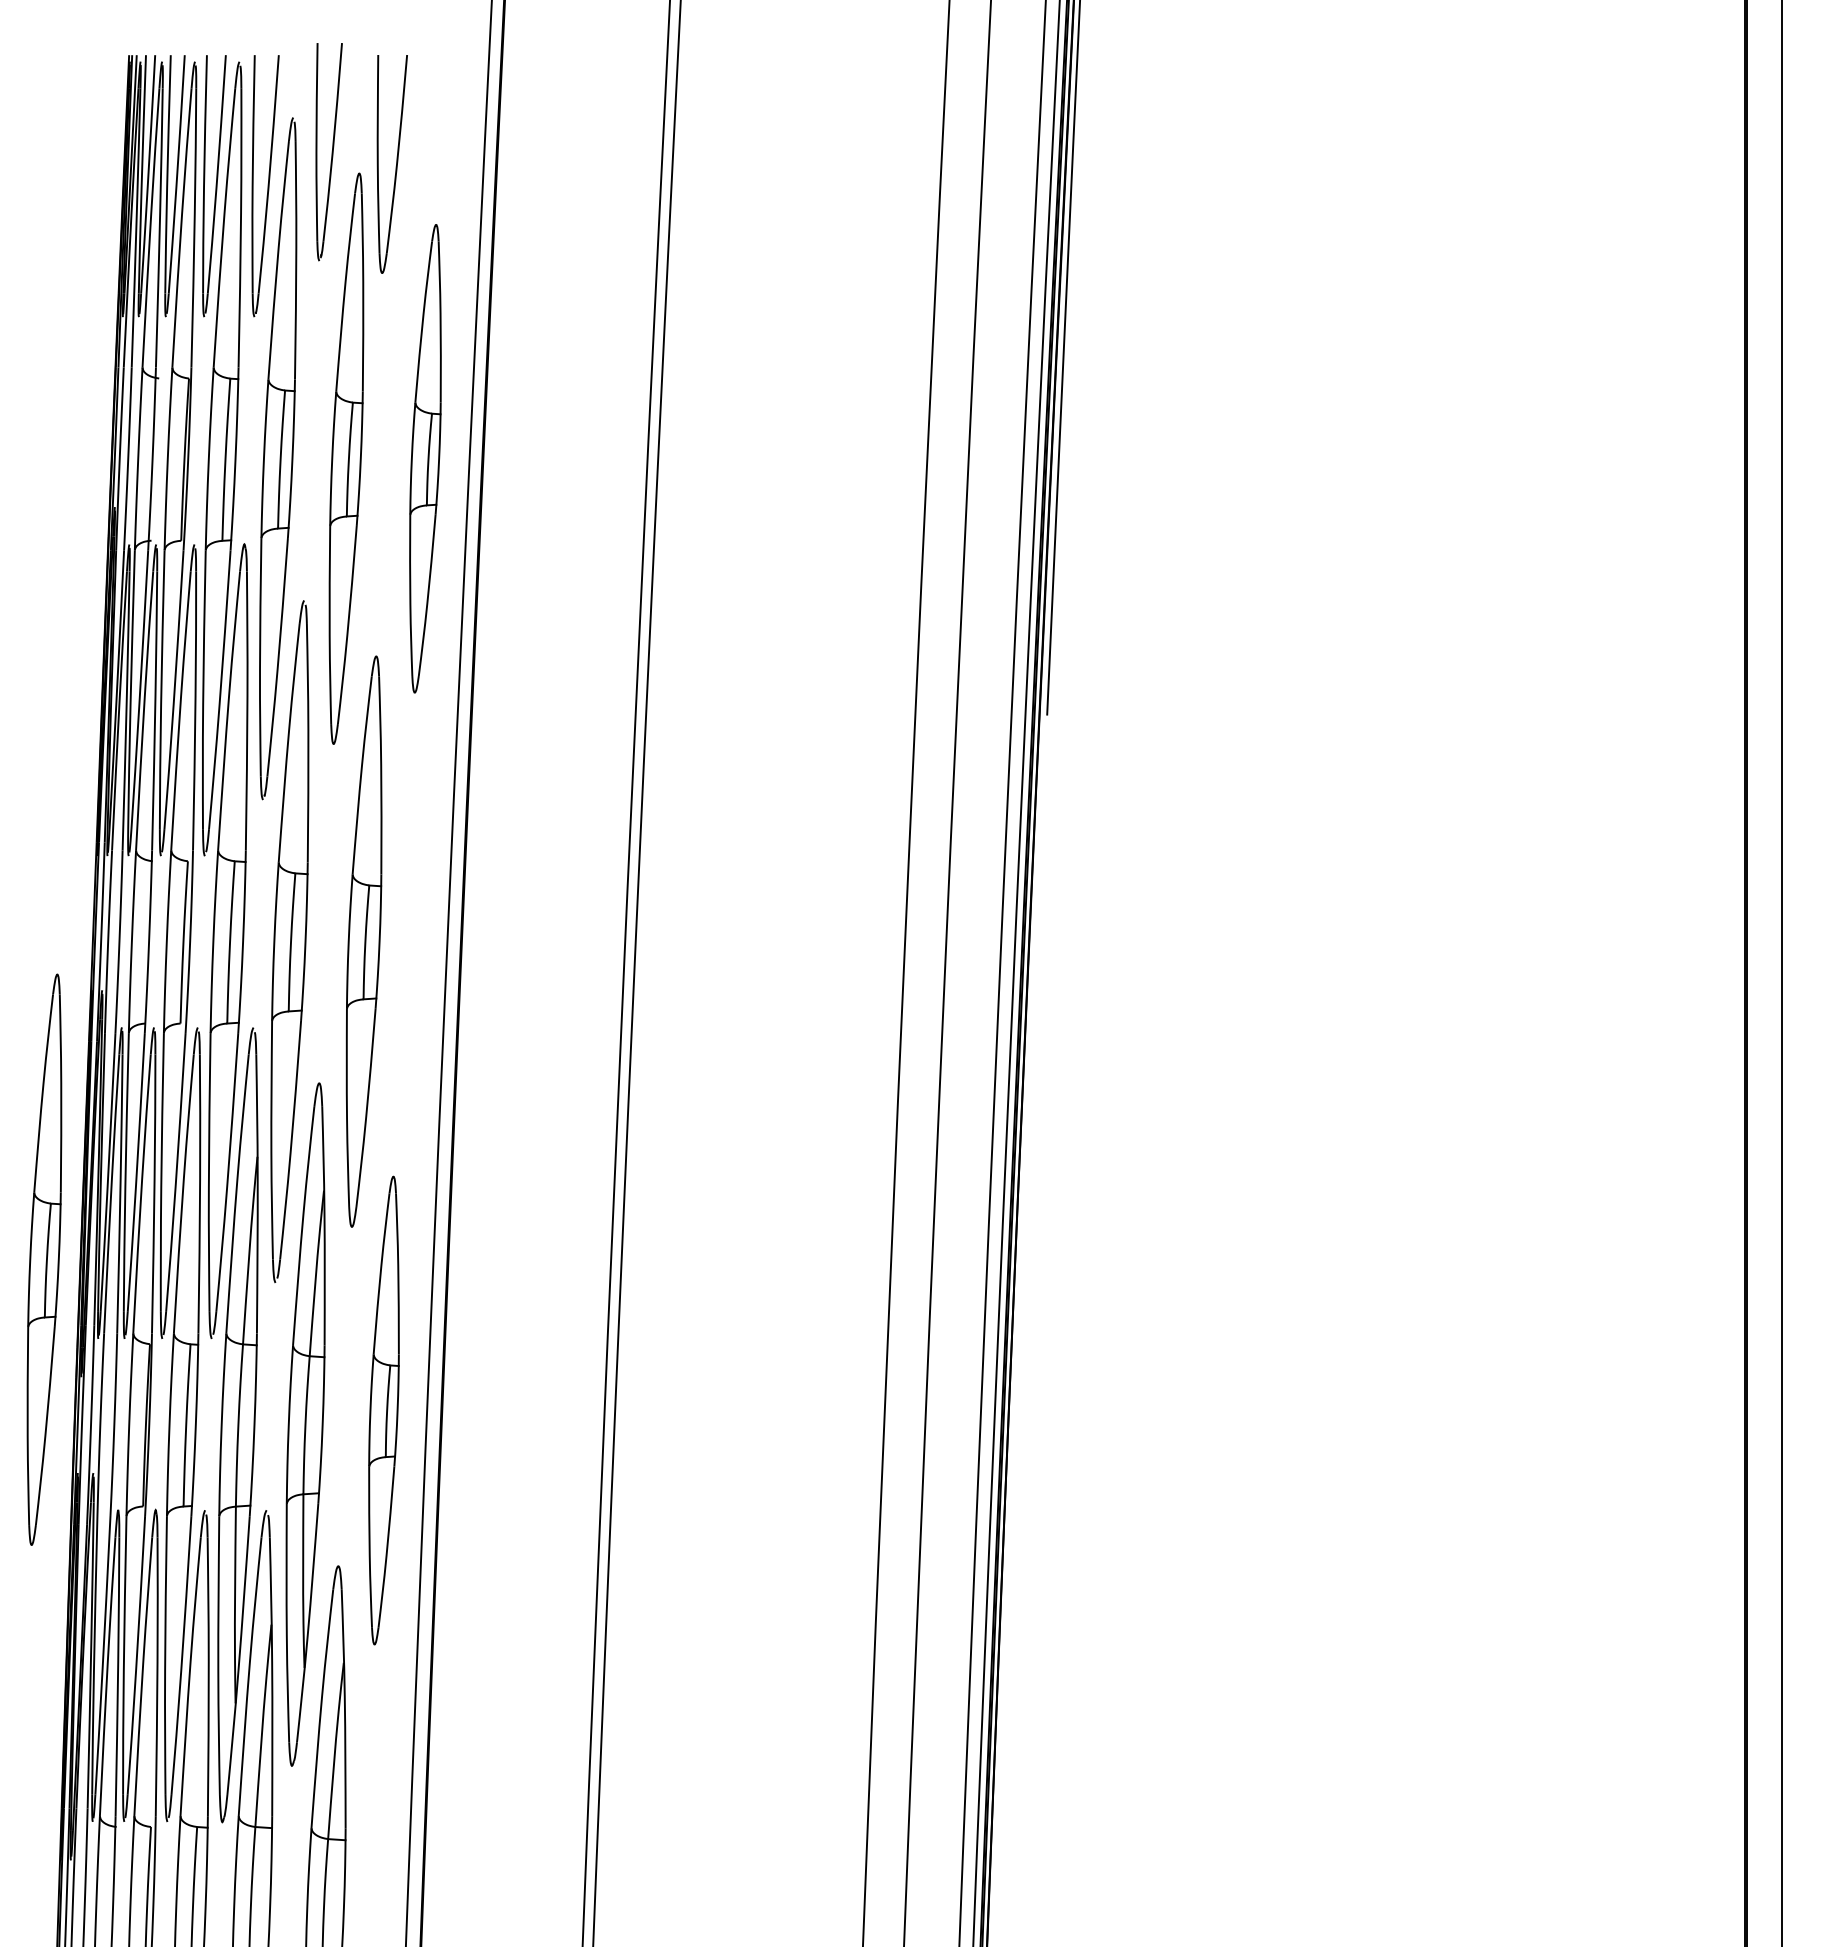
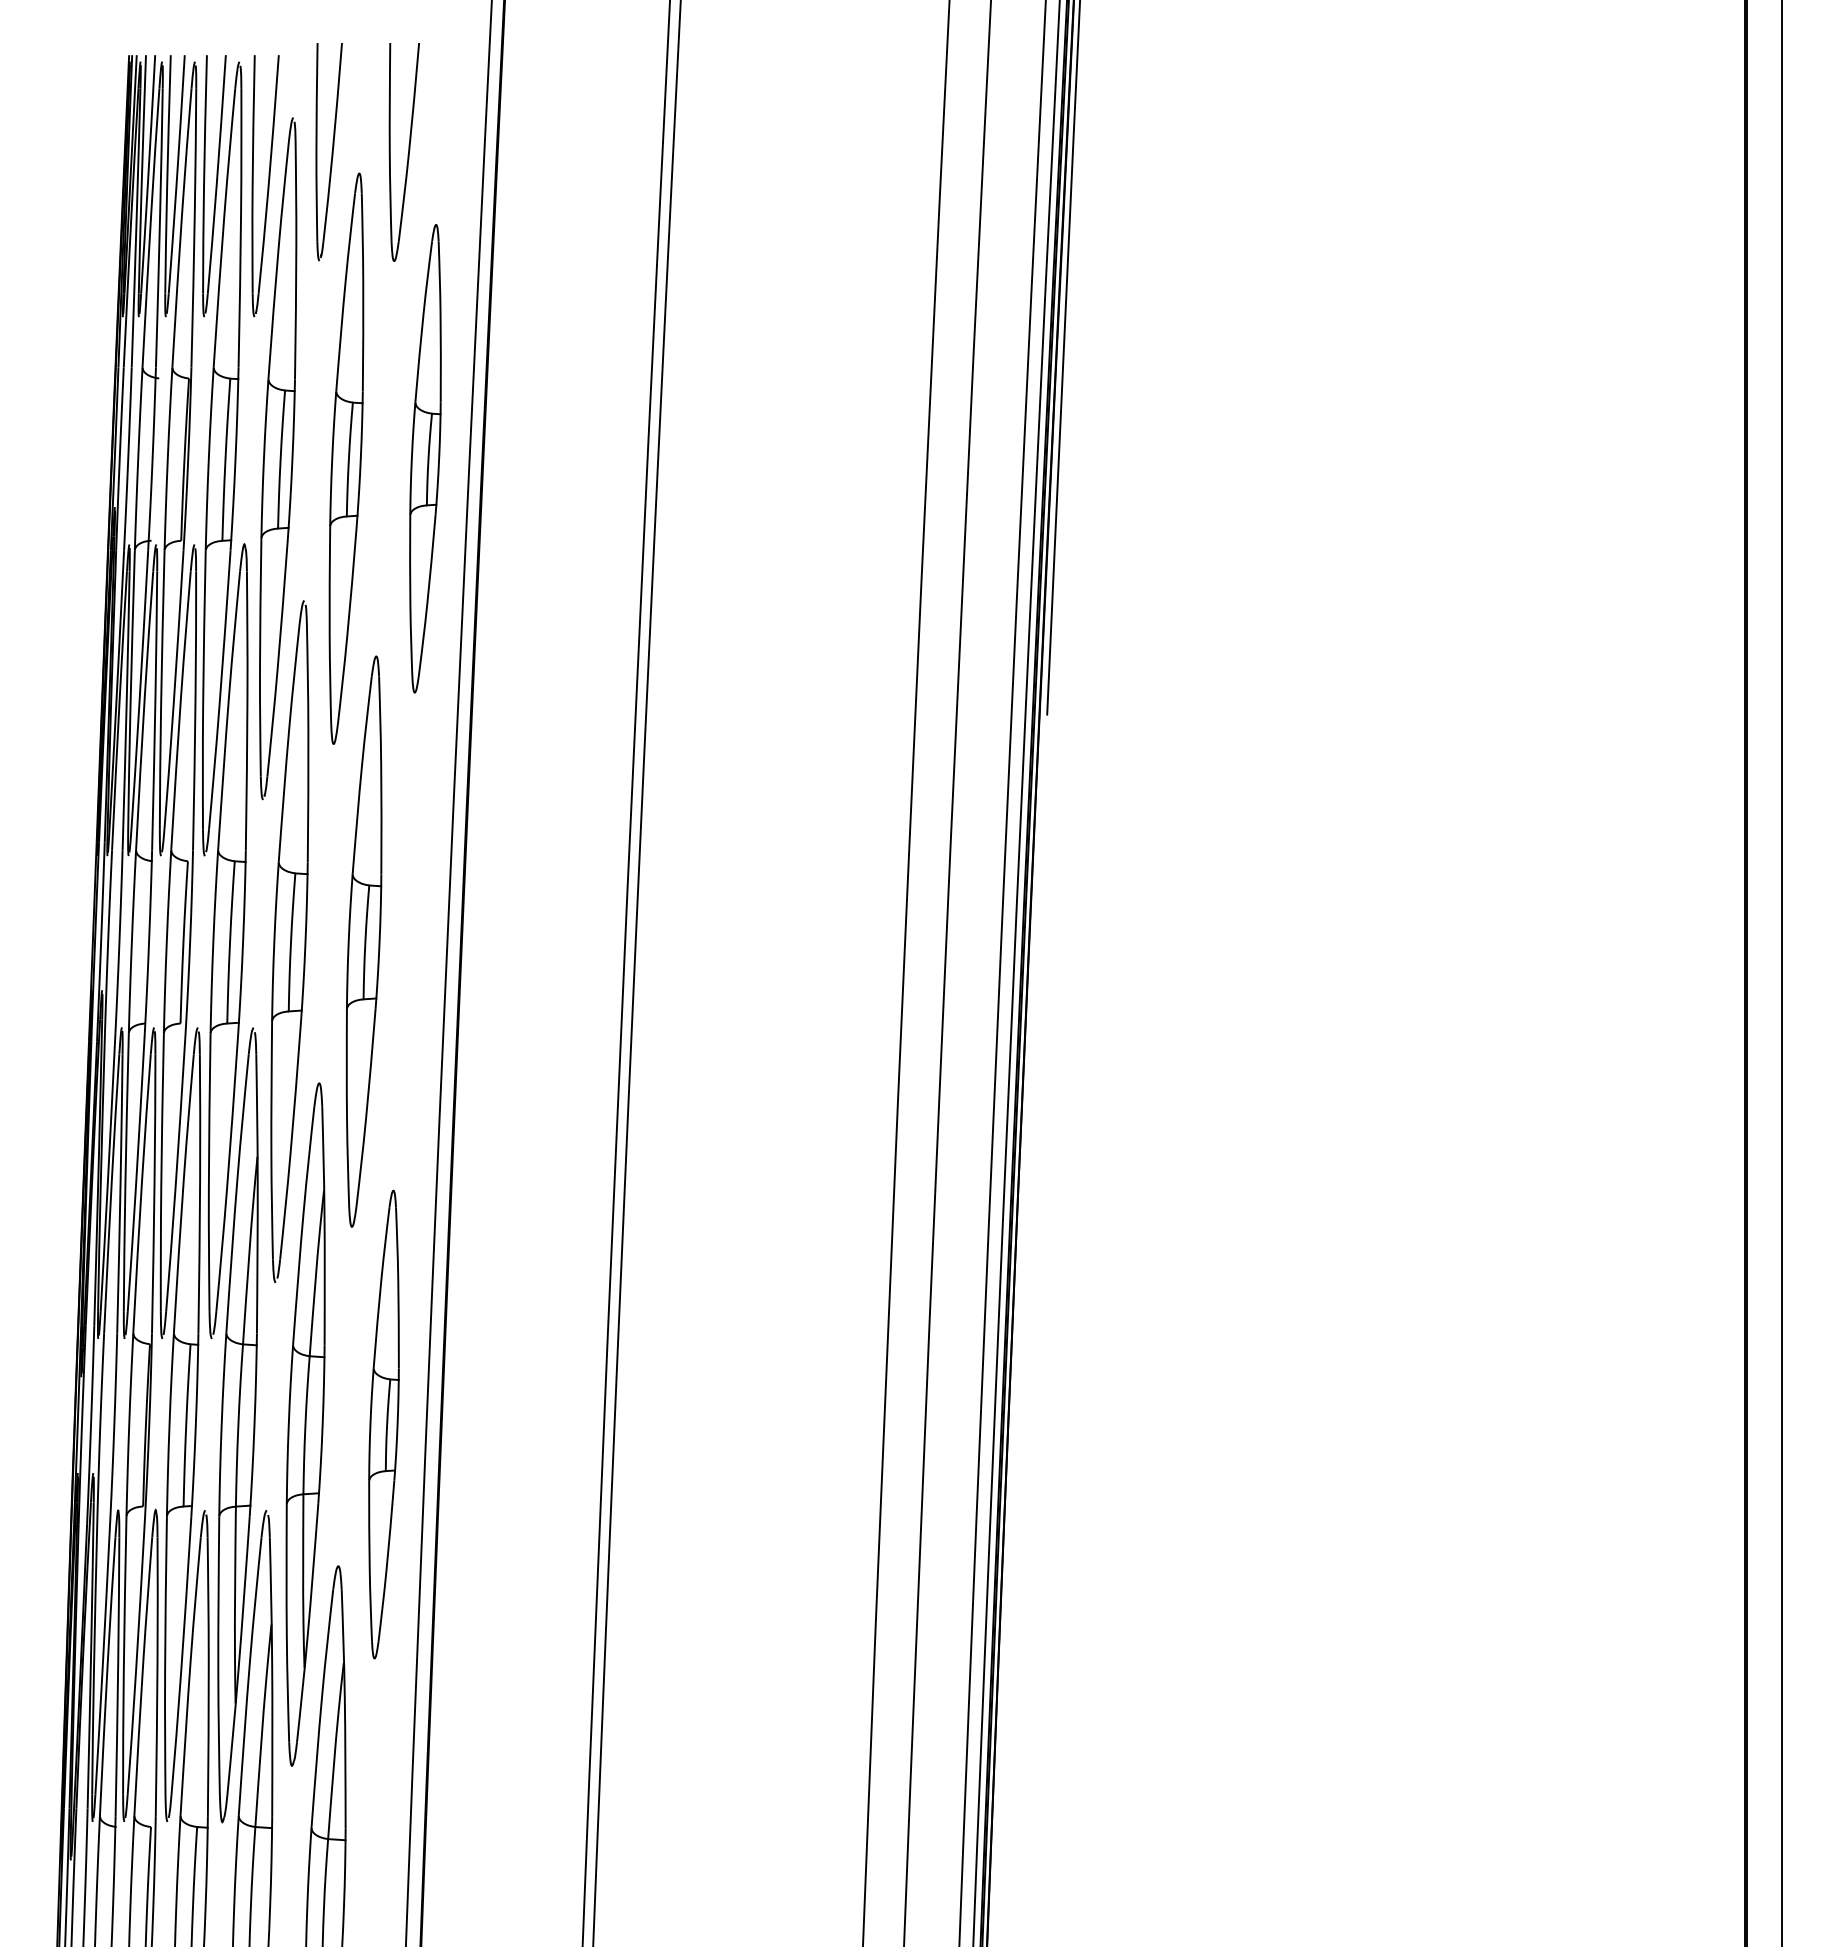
part at (391, 164) position: (391, 164) -> (403, 152)
part at (44, 1259): present -> none
part at (383, 1410) position: (383, 1410) -> (383, 1424)
